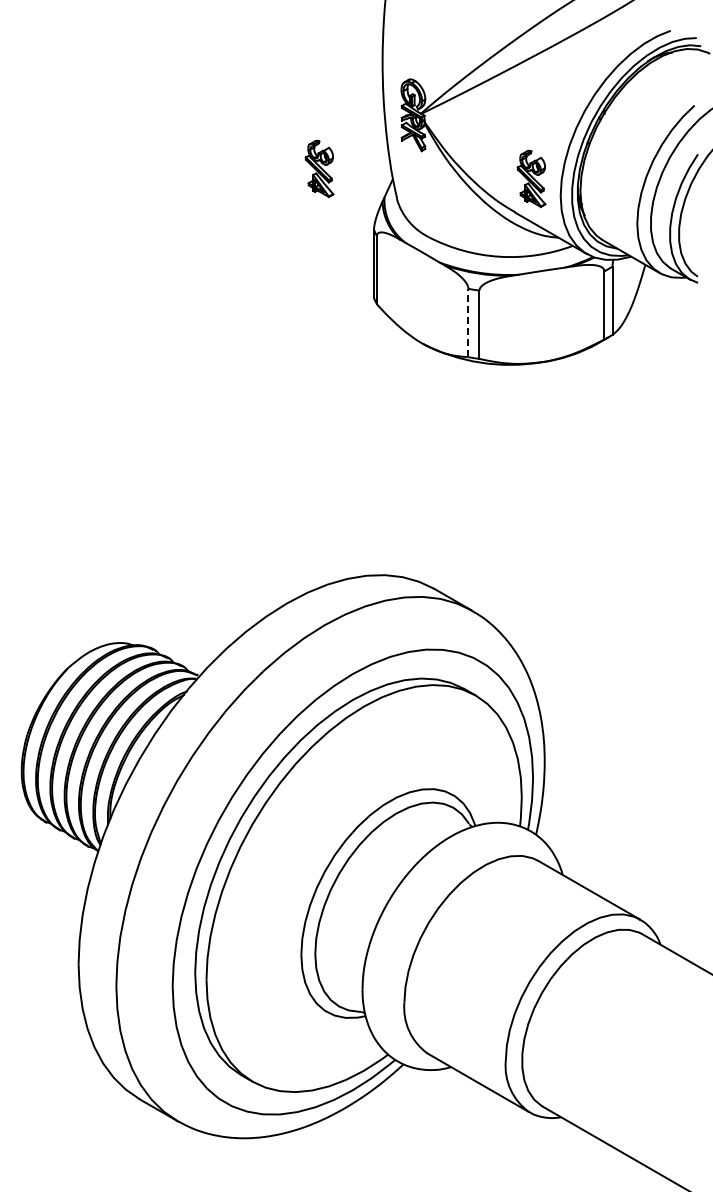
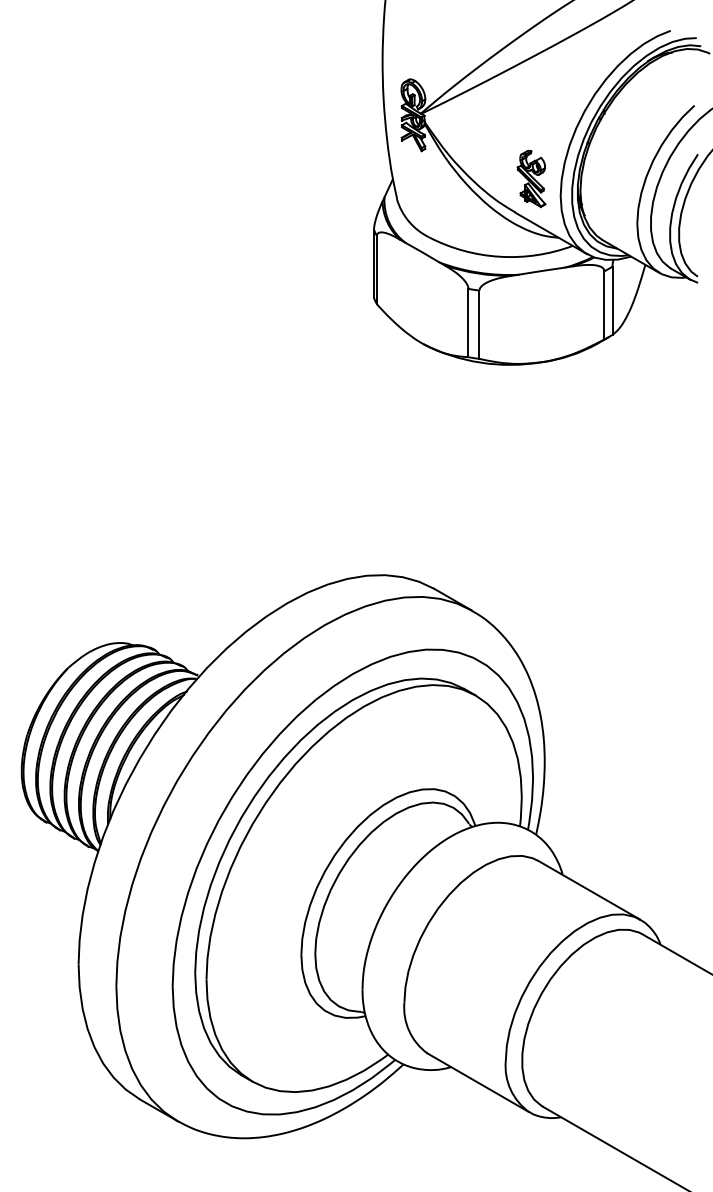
part at (319, 168): present -> none
line at (468, 322): dashed -> solid
